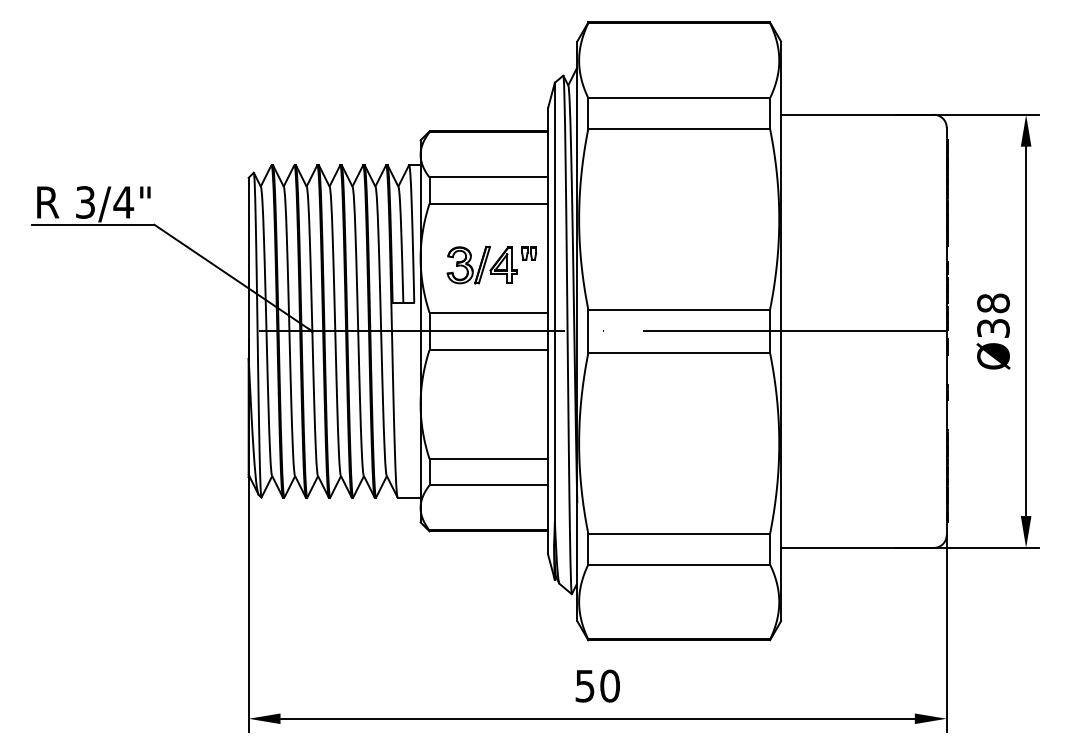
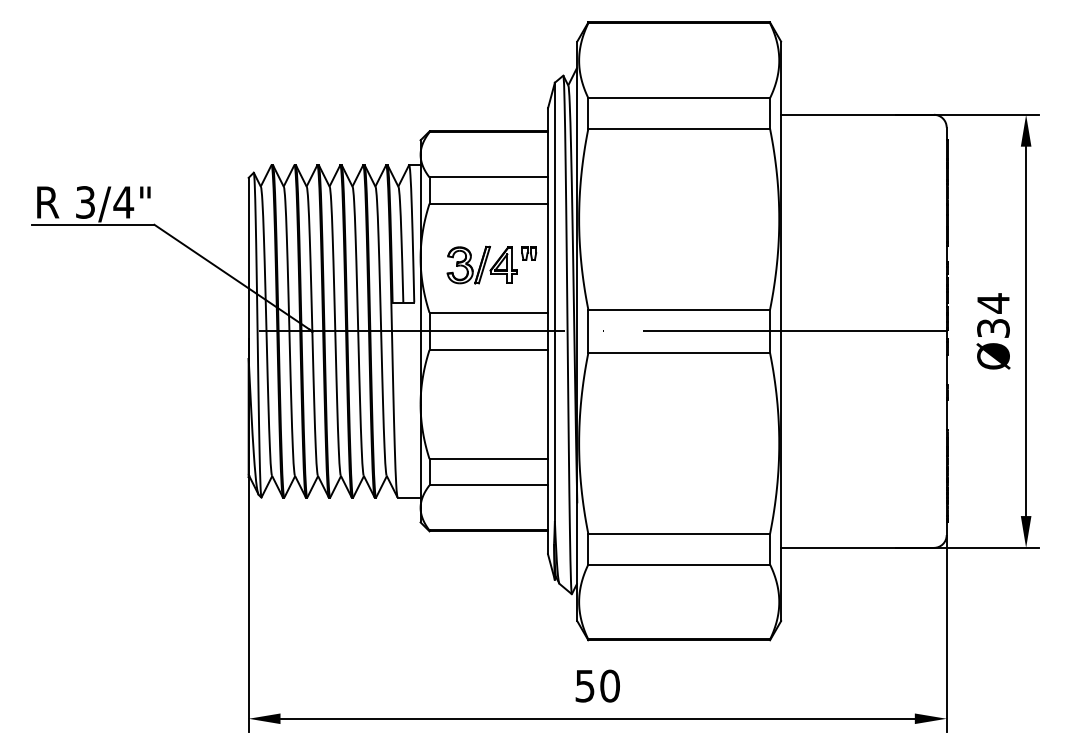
text at (993, 303): Ø38 -> Ø34
